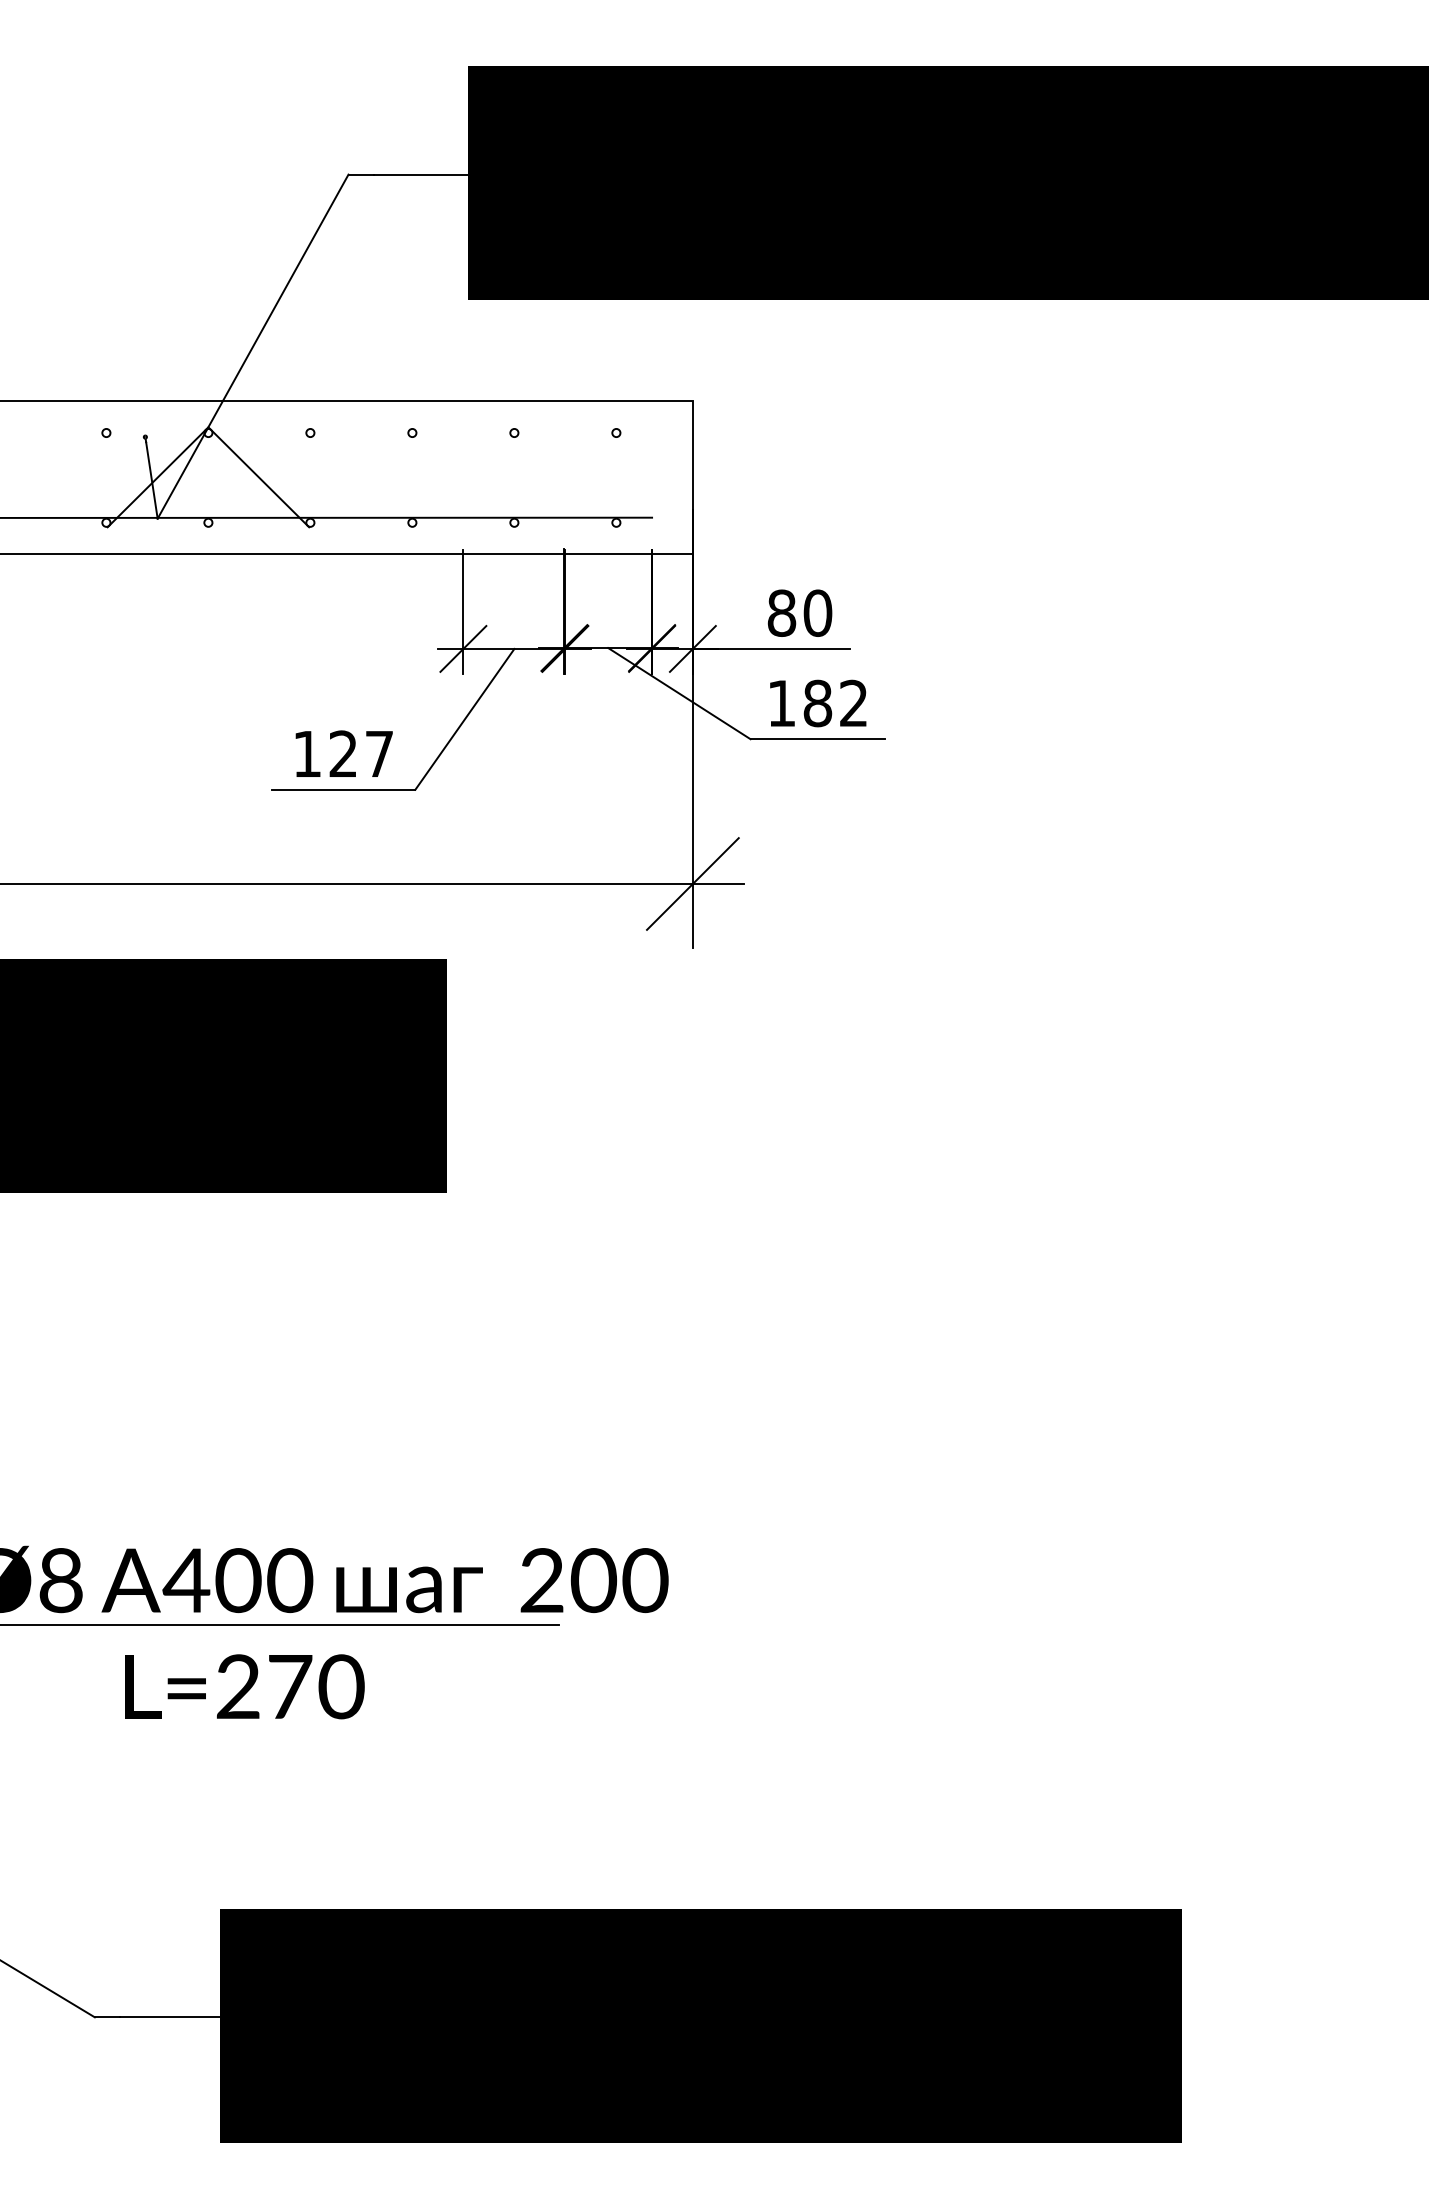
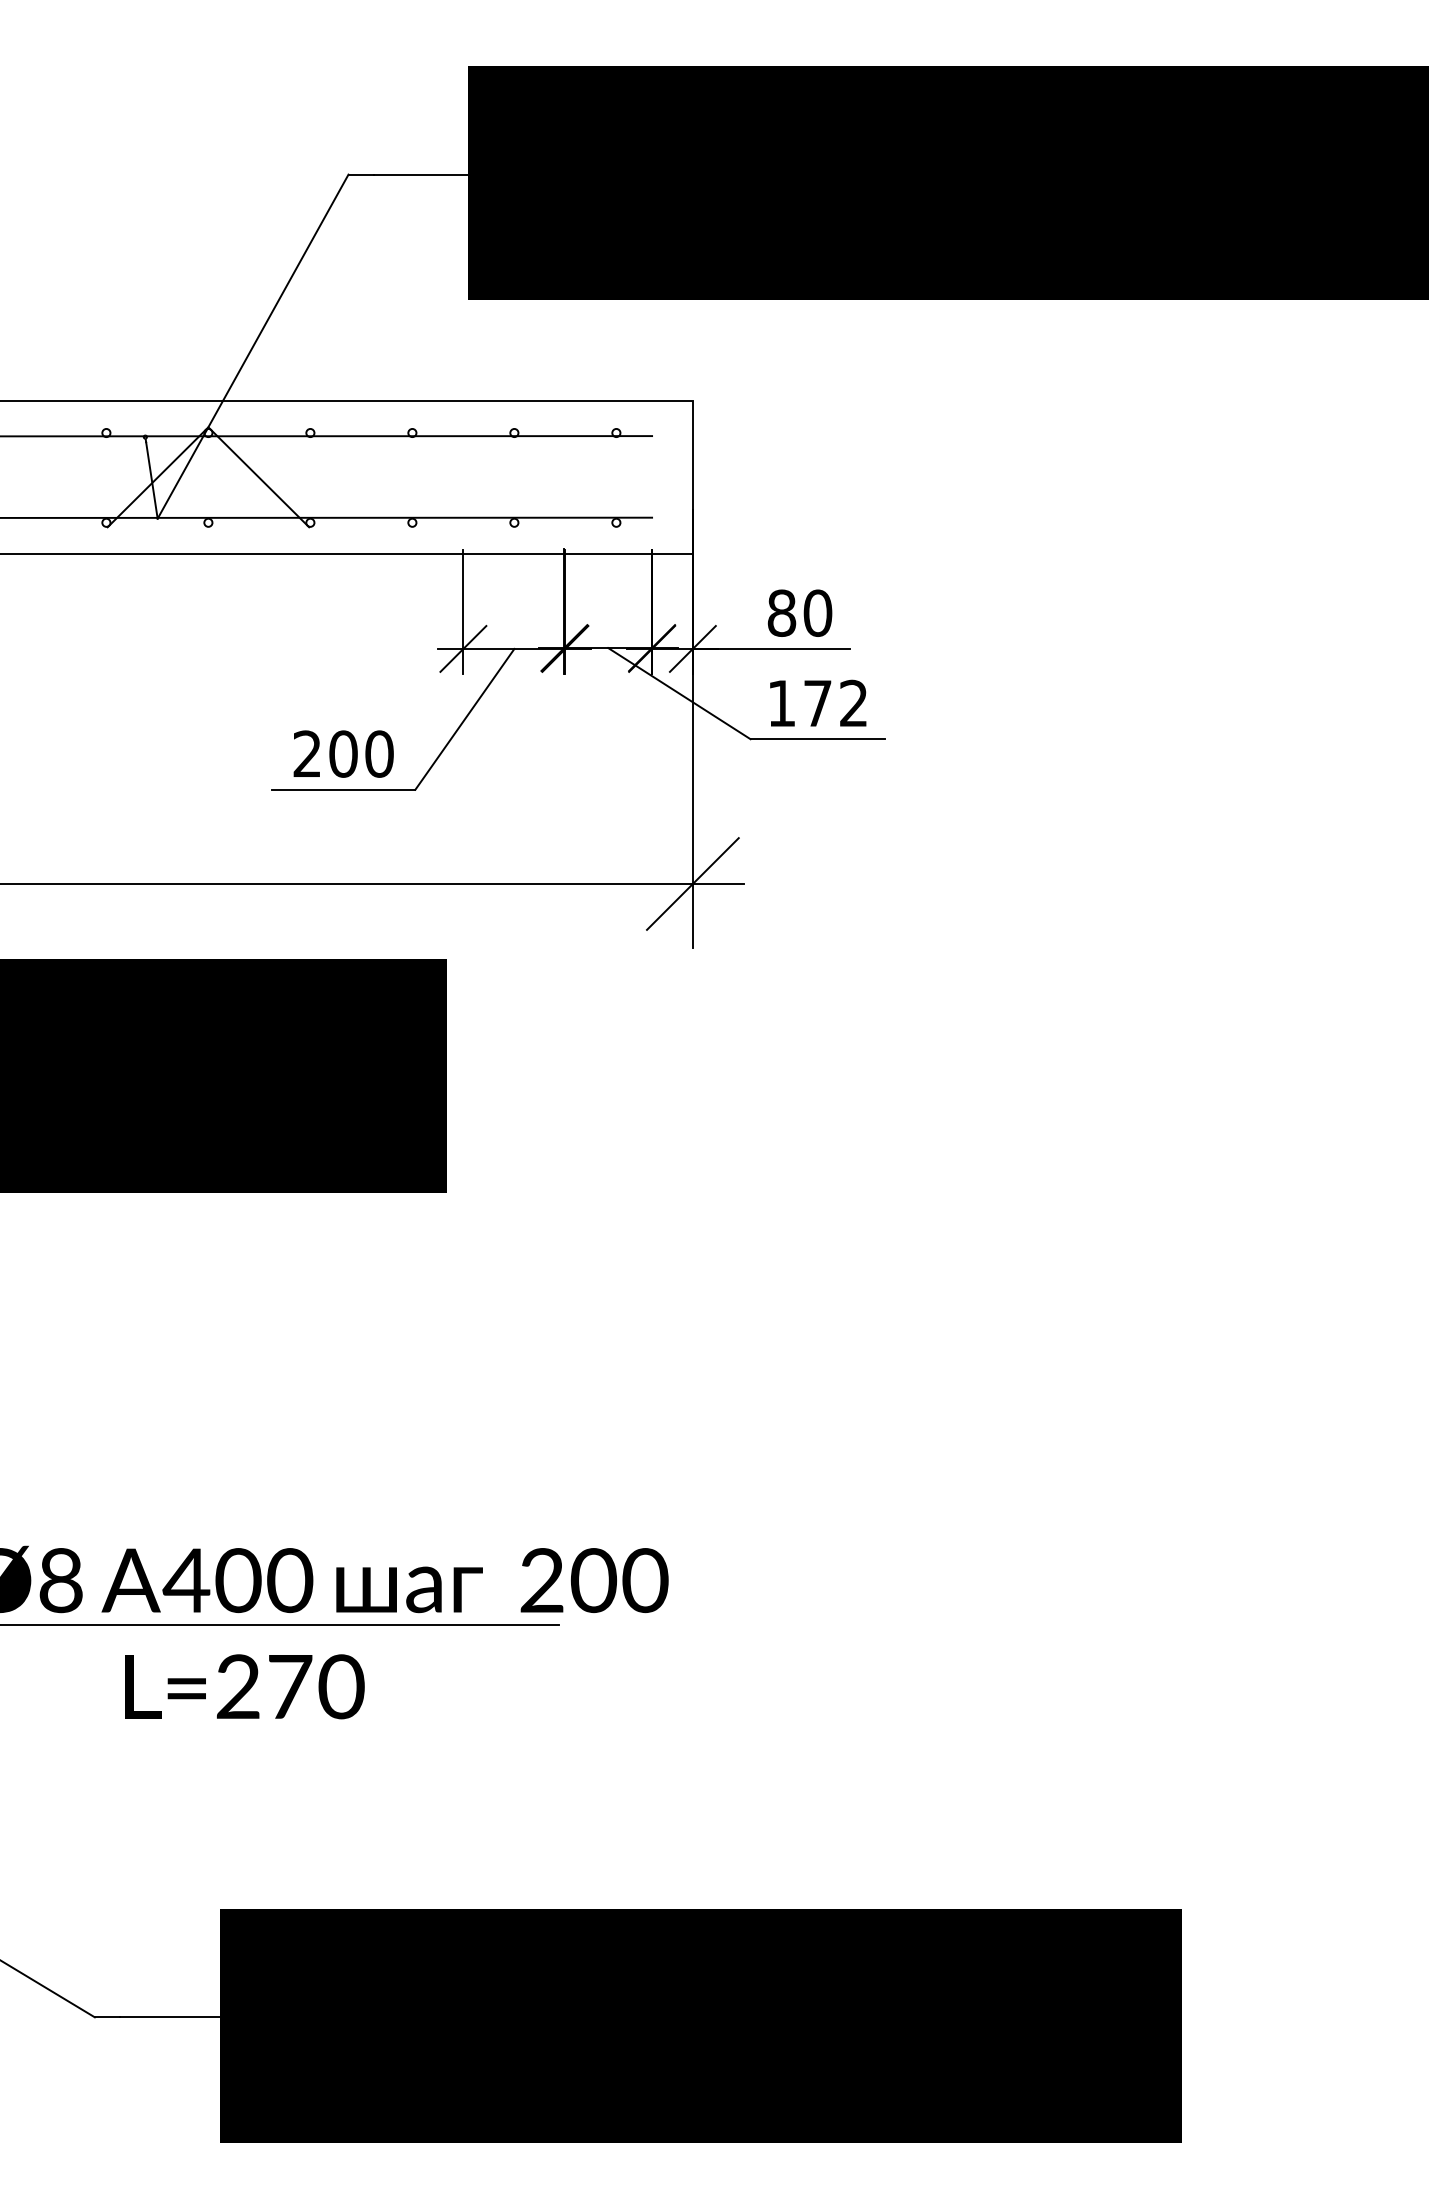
line at (327, 436): none -> present
text at (817, 703): 182 -> 172
text at (343, 753): 127 -> 200
